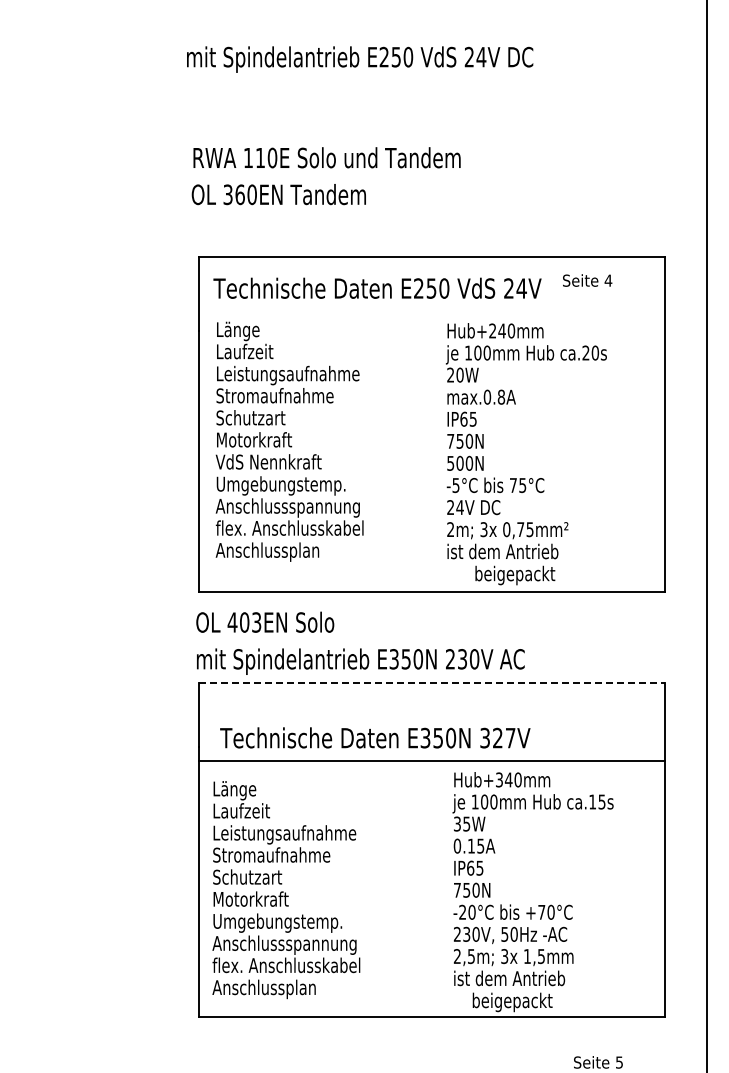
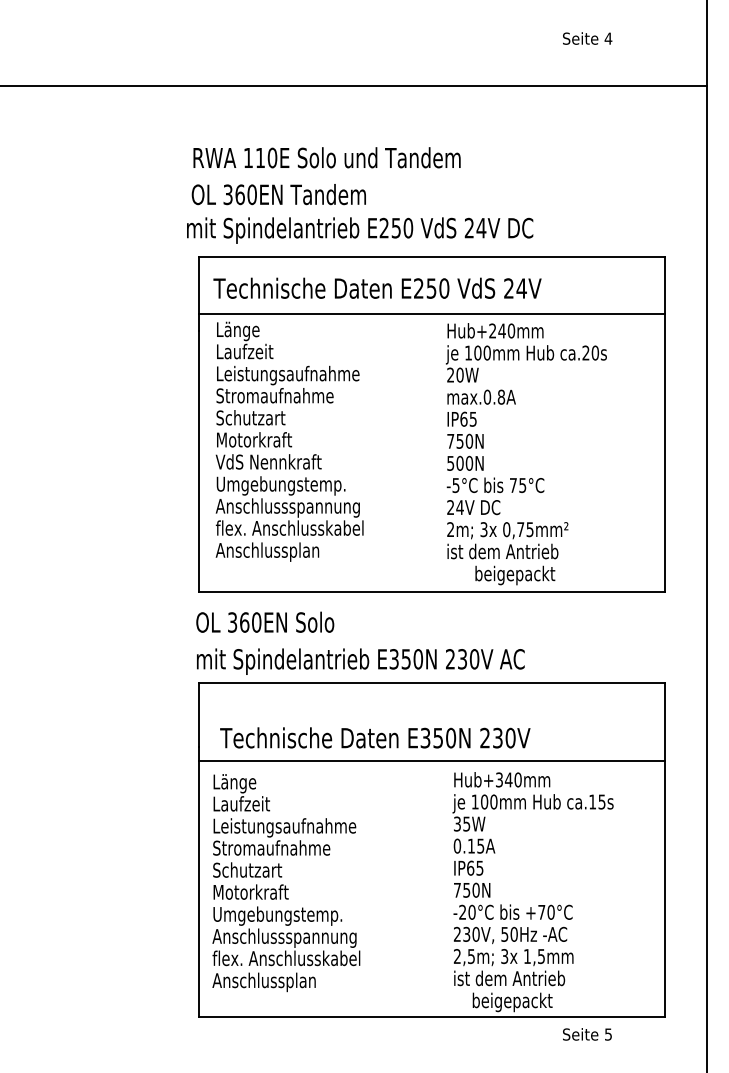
text at (360, 59) position: (360, 59) -> (360, 230)
line at (354, 85): none -> present
text at (587, 280) position: (587, 280) -> (587, 38)
line at (432, 313): none -> present
text at (244, 622): 403EN -> 360EN
line at (432, 683): dashed -> solid
text at (497, 737): 327V -> 230V
text at (286, 890) position: (286, 890) -> (286, 883)
text at (598, 1062) position: (598, 1062) -> (587, 1034)
